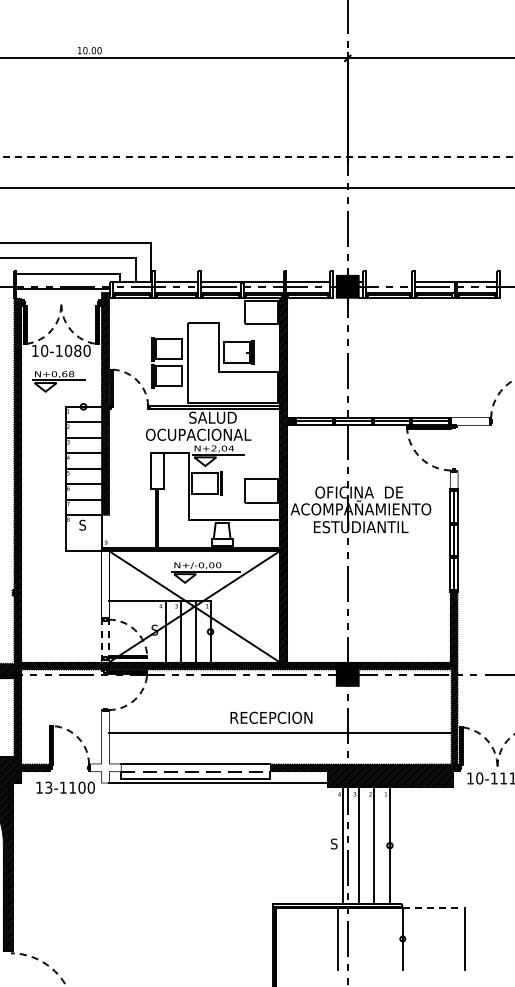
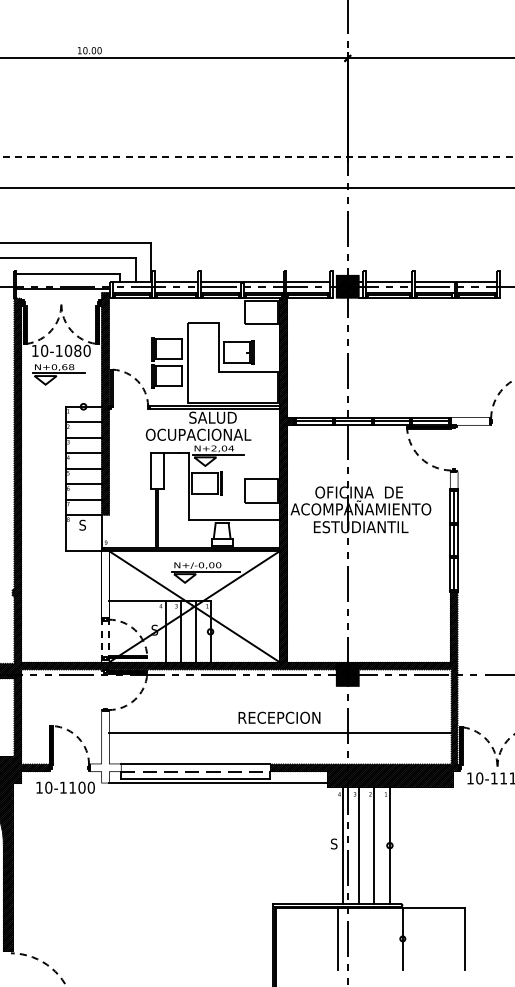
line at (388, 282): none -> present
part at (58, 381) position: (58, 381) -> (58, 374)
text at (271, 717) position: (271, 717) -> (279, 717)
text at (48, 787): 13-1100 -> 10-1100
line at (433, 907): dashed -> solid
